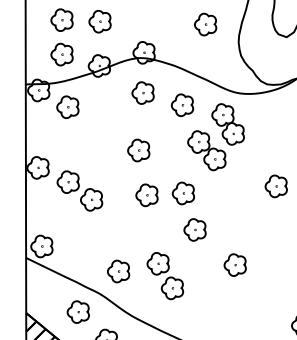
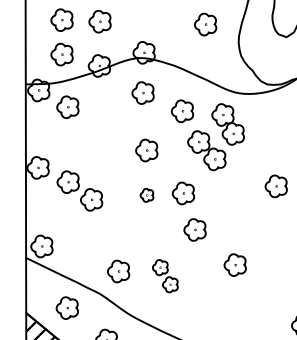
part at (182, 104) position: (182, 104) -> (182, 110)
part at (138, 150) position: (138, 150) -> (146, 150)
part at (146, 195) size: 24x25 px -> 16x15 px
part at (165, 276) size: 39x49 px -> 27x35 px
part at (77, 311) position: (77, 311) -> (66, 307)
